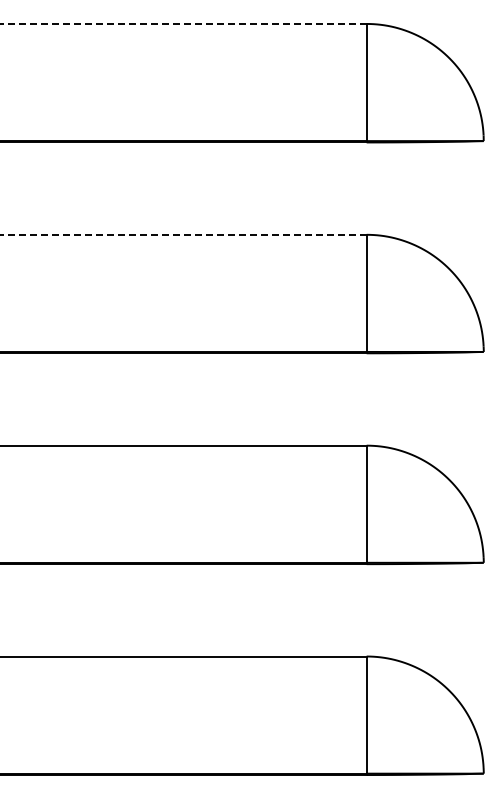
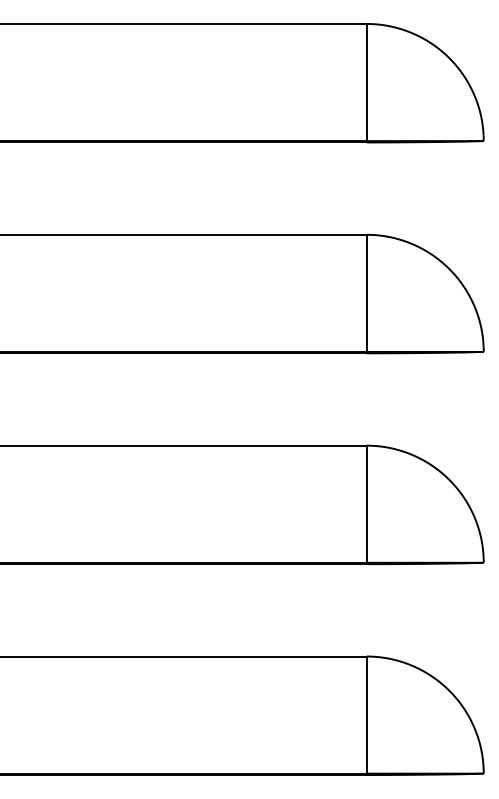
line at (183, 23): dashed -> solid
line at (183, 234): dashed -> solid
